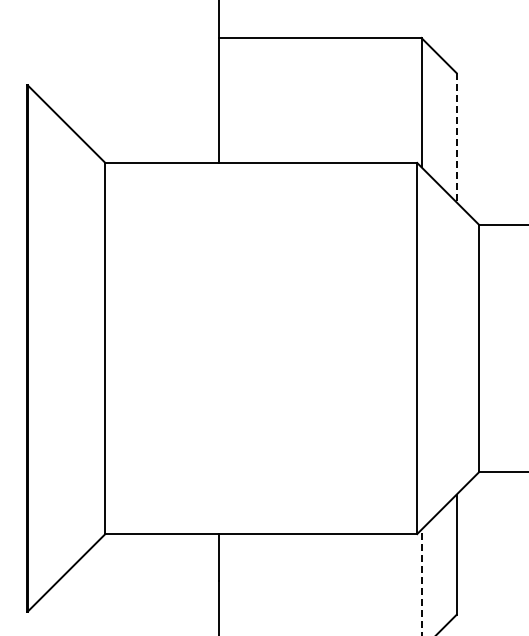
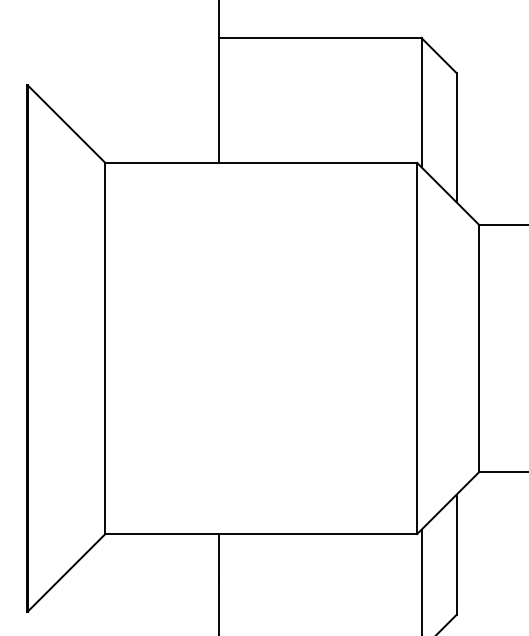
line at (456, 137): dashed -> solid
line at (421, 582): dashed -> solid
